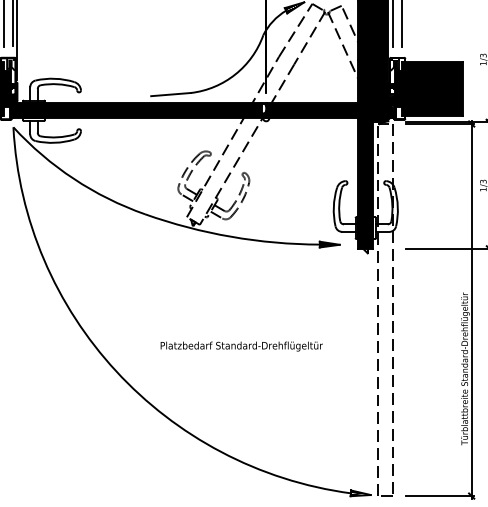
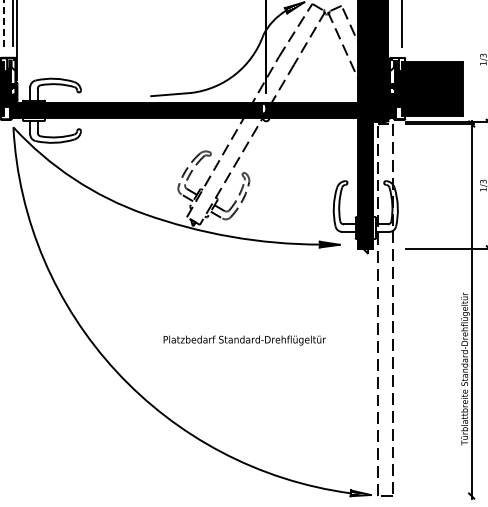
line at (3, 23): solid -> dashed
line at (392, 24): present -> none
text at (241, 346) position: (241, 346) -> (244, 340)
line at (439, 496): present -> none
